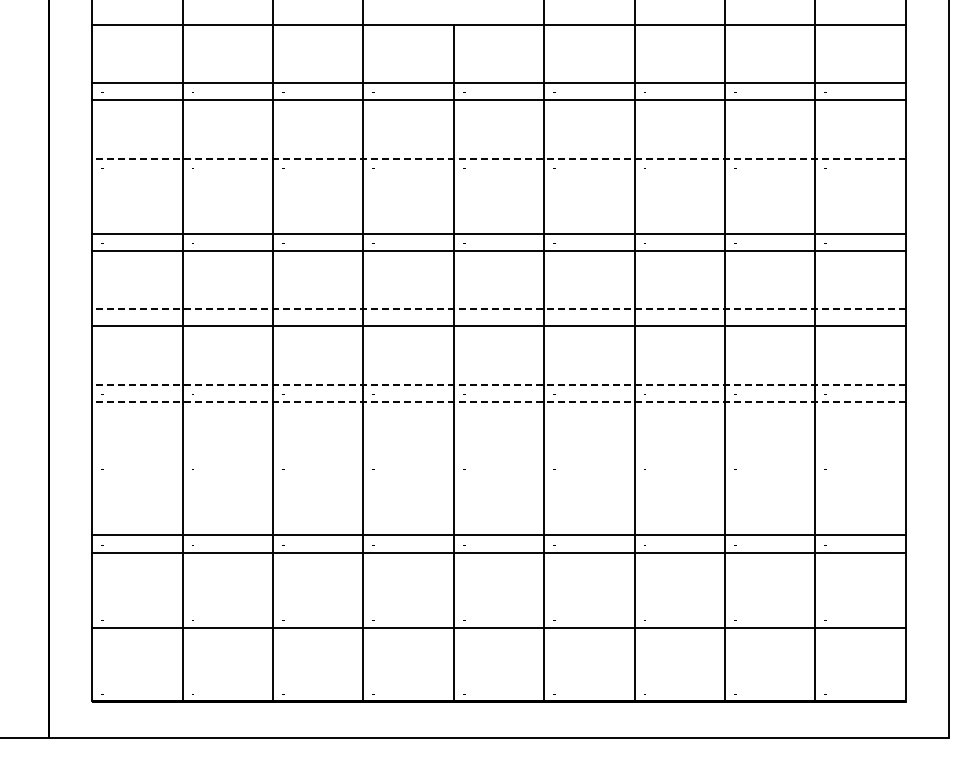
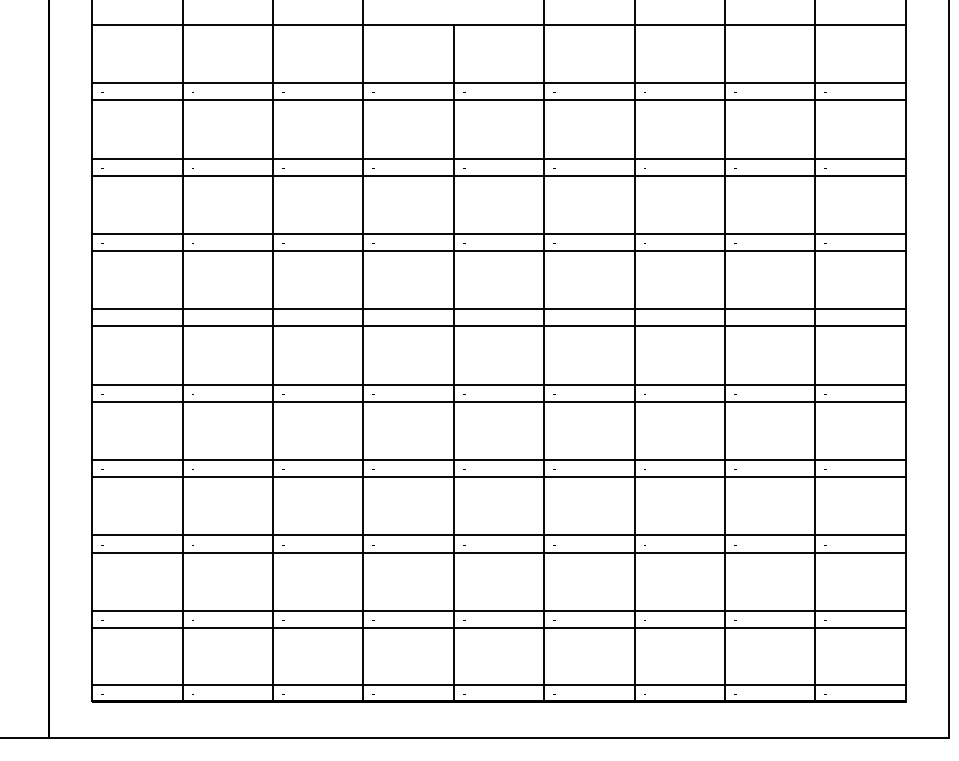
line at (498, 158): dashed -> solid
line at (498, 175): none -> present
line at (498, 309): dashed -> solid
line at (498, 384): dashed -> solid
line at (498, 401): dashed -> solid
line at (498, 460): none -> present
line at (498, 477): none -> present
line at (498, 610): none -> present
line at (498, 684): none -> present
